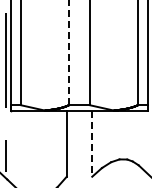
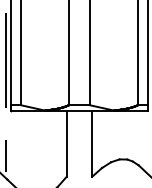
line at (68, 52): dashed -> solid
line at (92, 144): dashed -> solid
